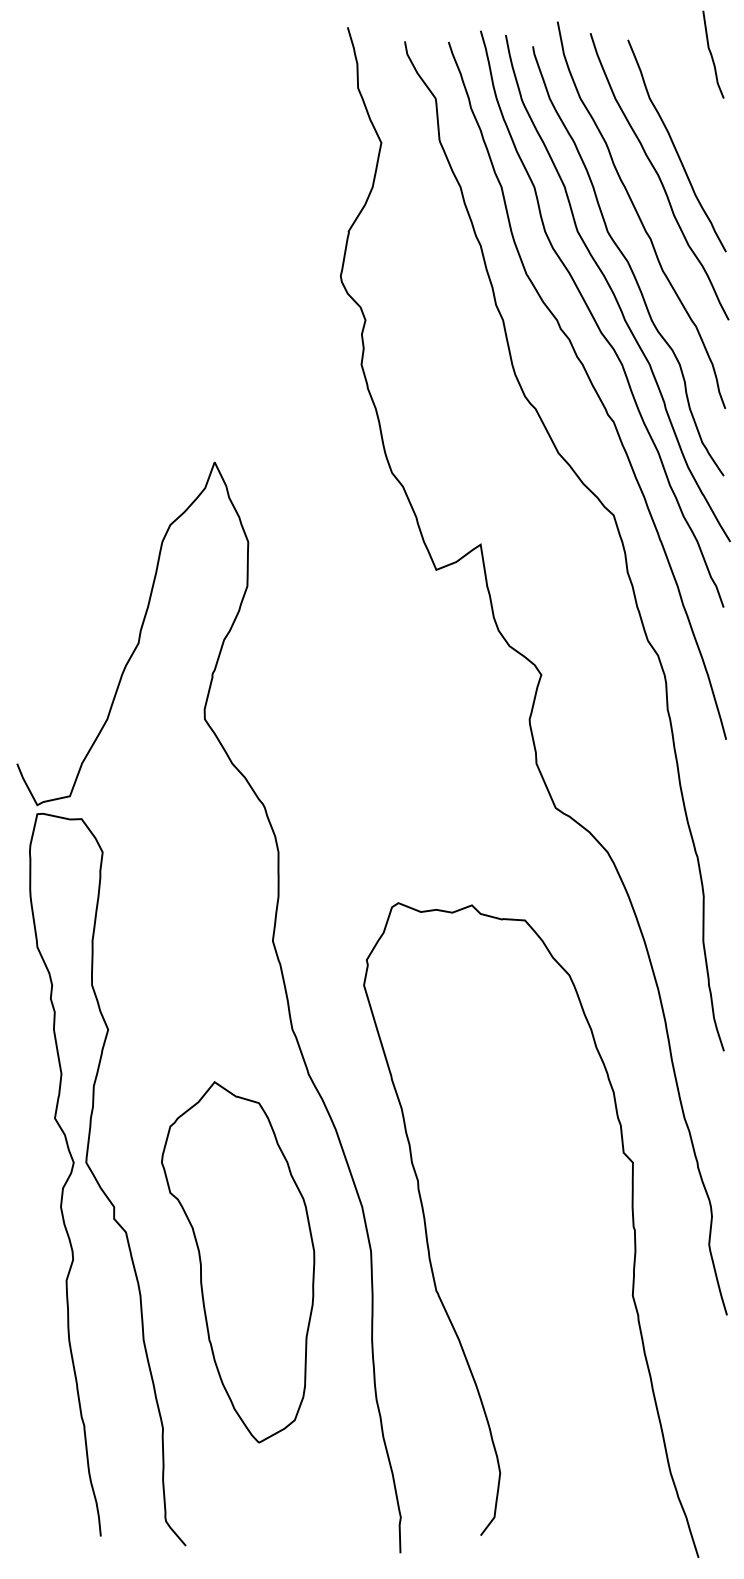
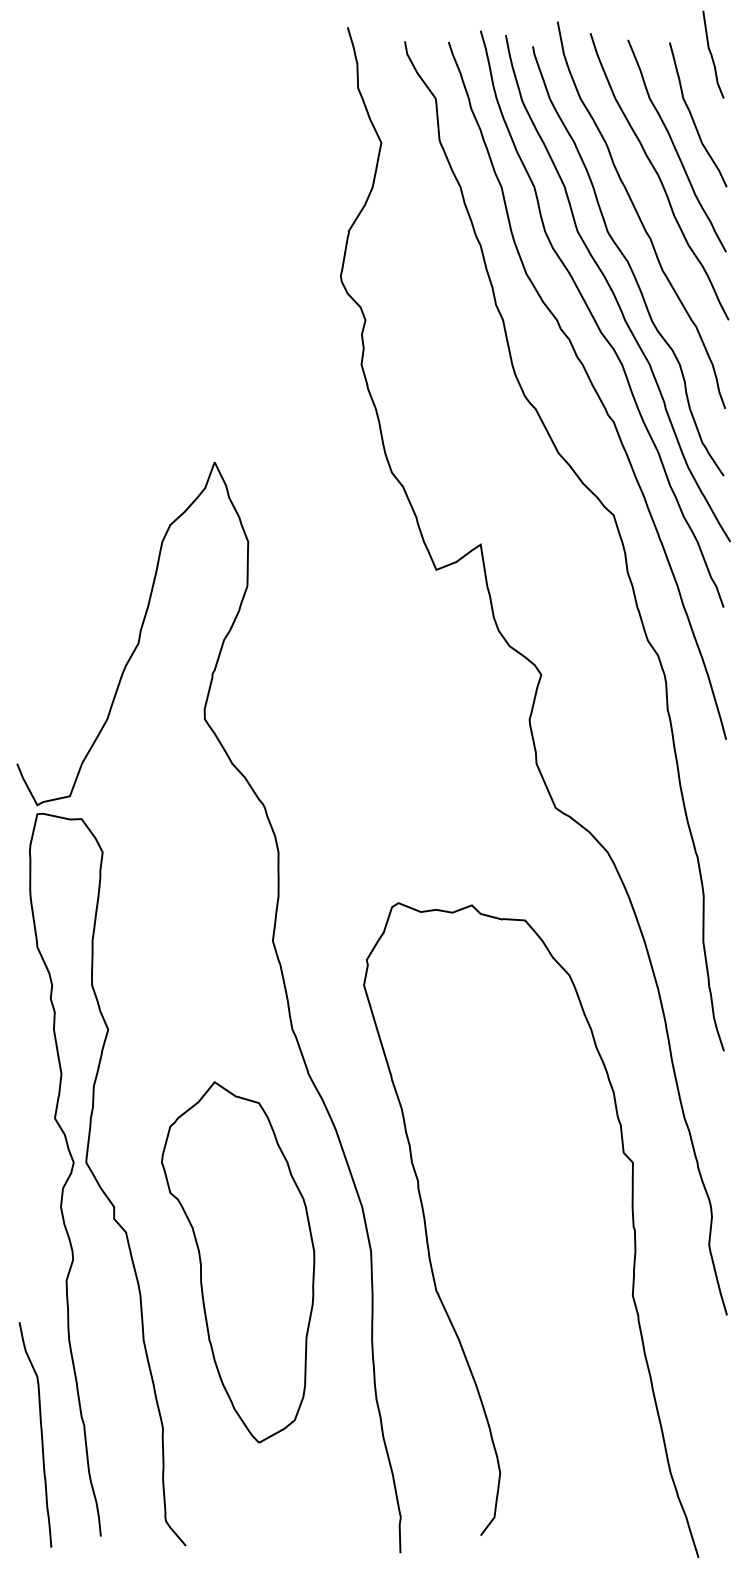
curve at (692, 115): none -> present
curve at (40, 1432): none -> present
